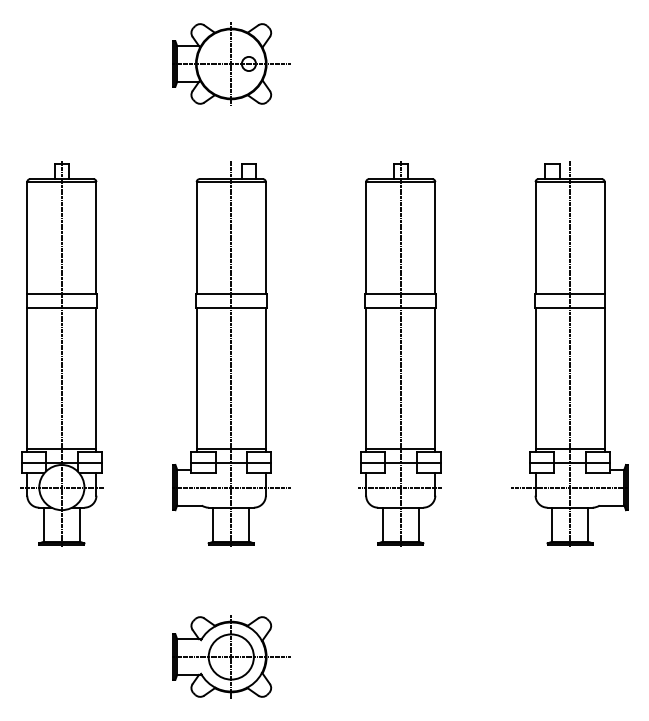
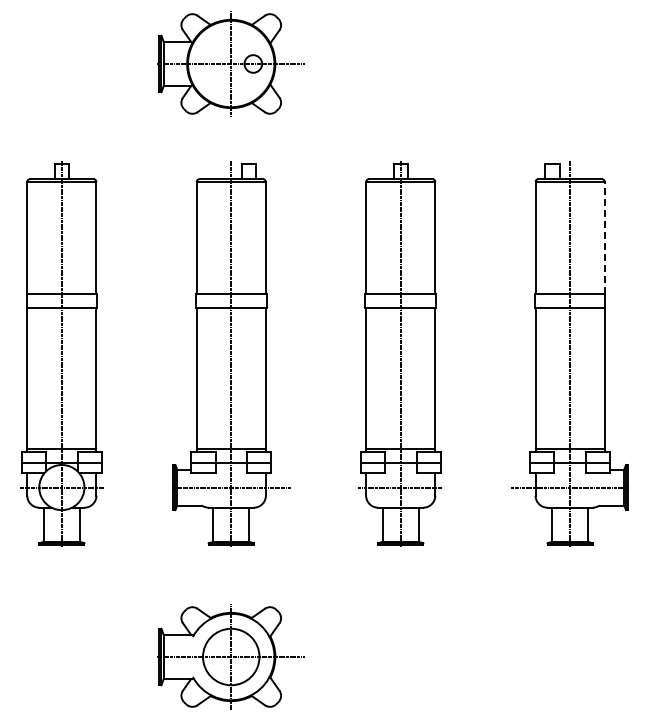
part at (231, 63) size: 119x84 px -> 148x106 px
line at (604, 237): solid -> dashed
part at (231, 656) size: 119x84 px -> 148x106 px
